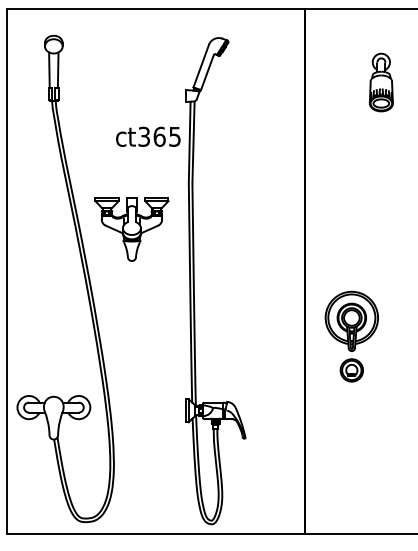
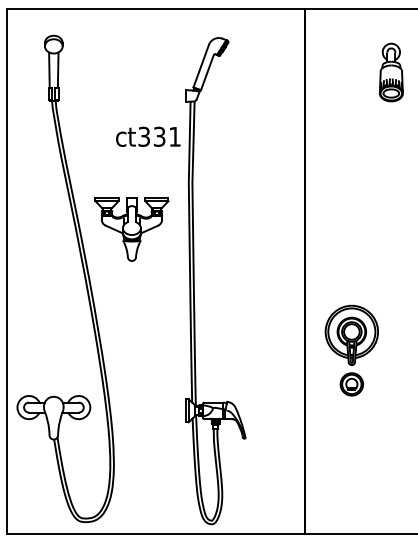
part at (380, 82) position: (380, 82) -> (390, 72)
text at (166, 136): t365 -> t331
part at (351, 336) position: (351, 336) -> (351, 350)
